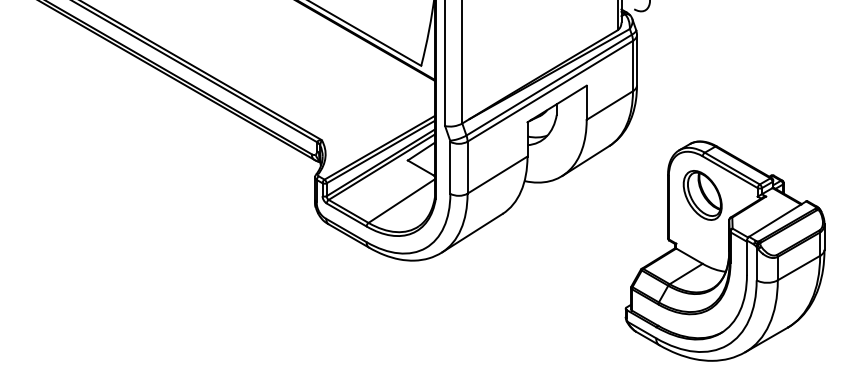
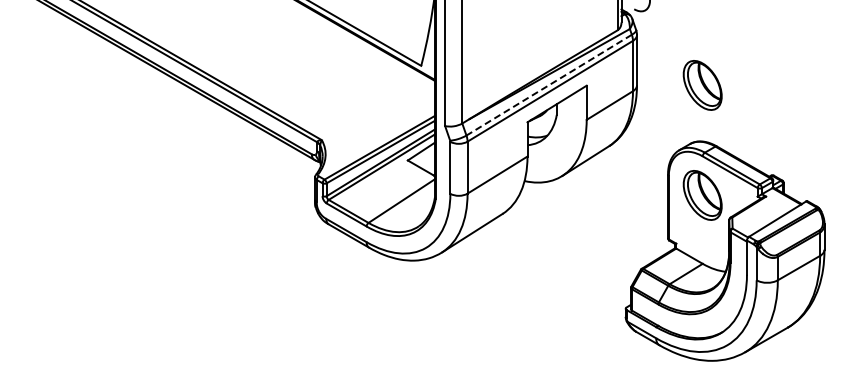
line at (549, 85): solid -> dashed
part at (702, 85): none -> present
